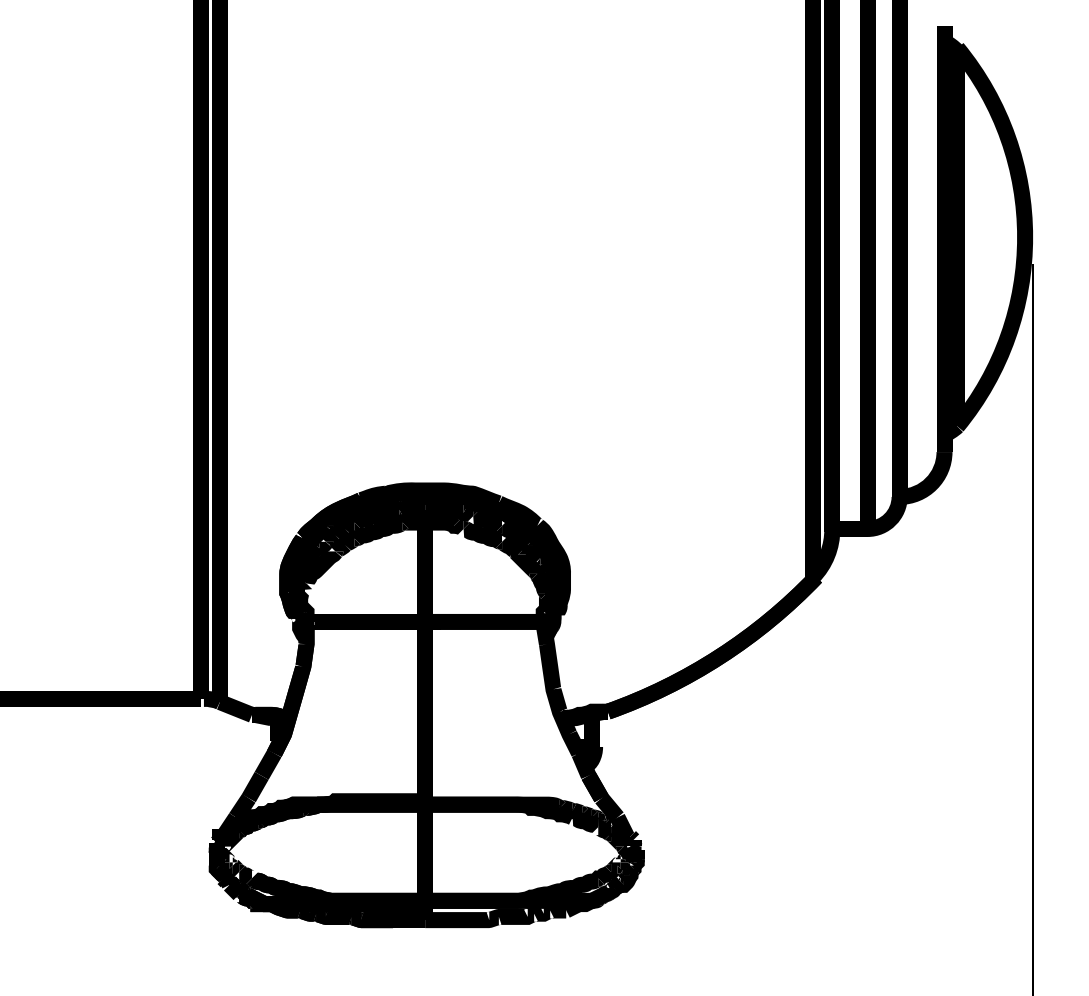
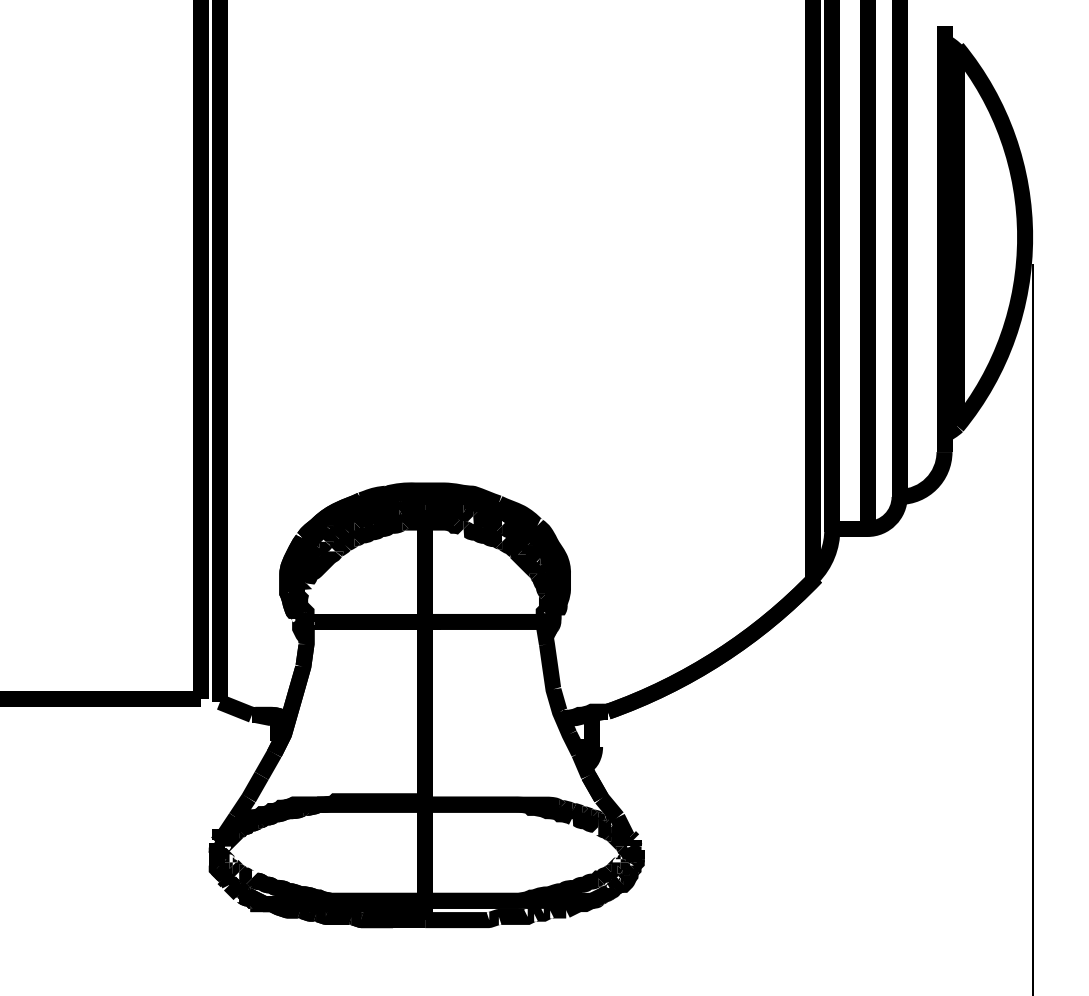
fill at (213, 699): present -> none
